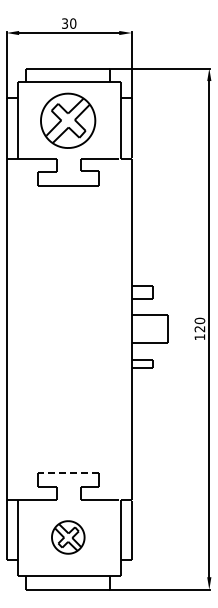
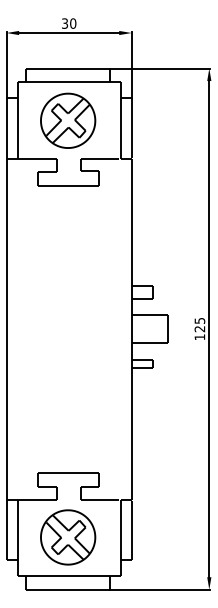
text at (199, 320): 120 -> 125
line at (68, 472): dashed -> solid
part at (68, 537) size: 35x35 px -> 57x57 px
